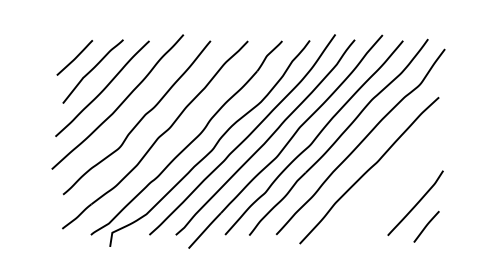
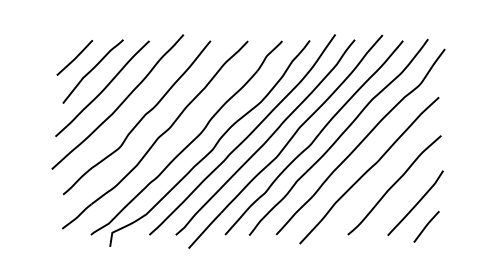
curve at (394, 185): none -> present
